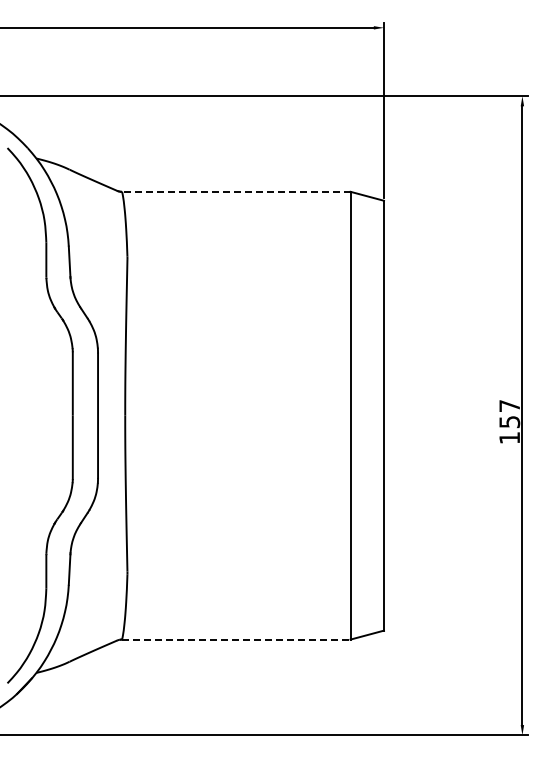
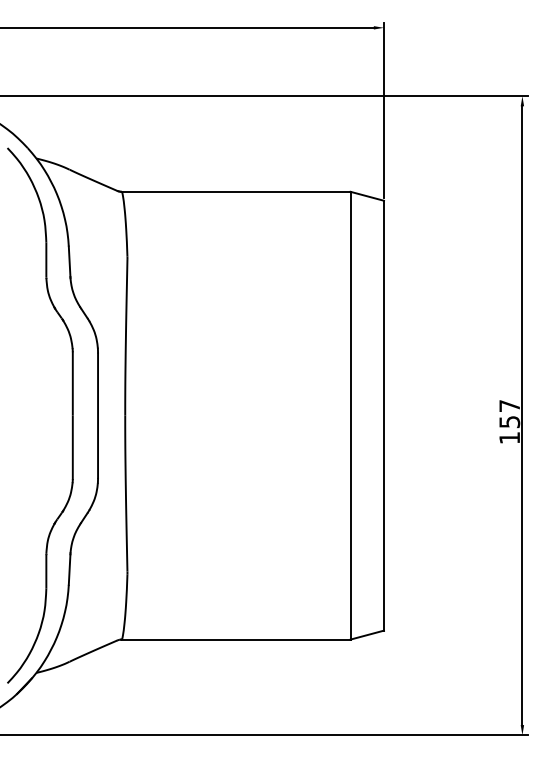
line at (235, 191): dashed -> solid
line at (236, 639): dashed -> solid
